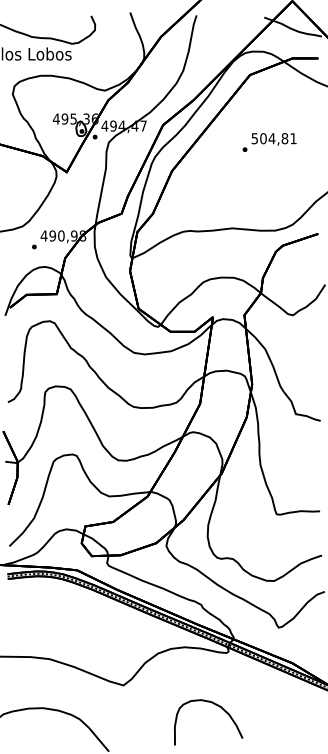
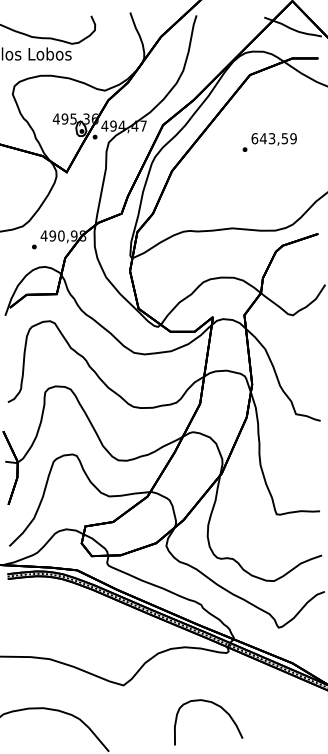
text at (273, 138): 504,81 -> 643,59
